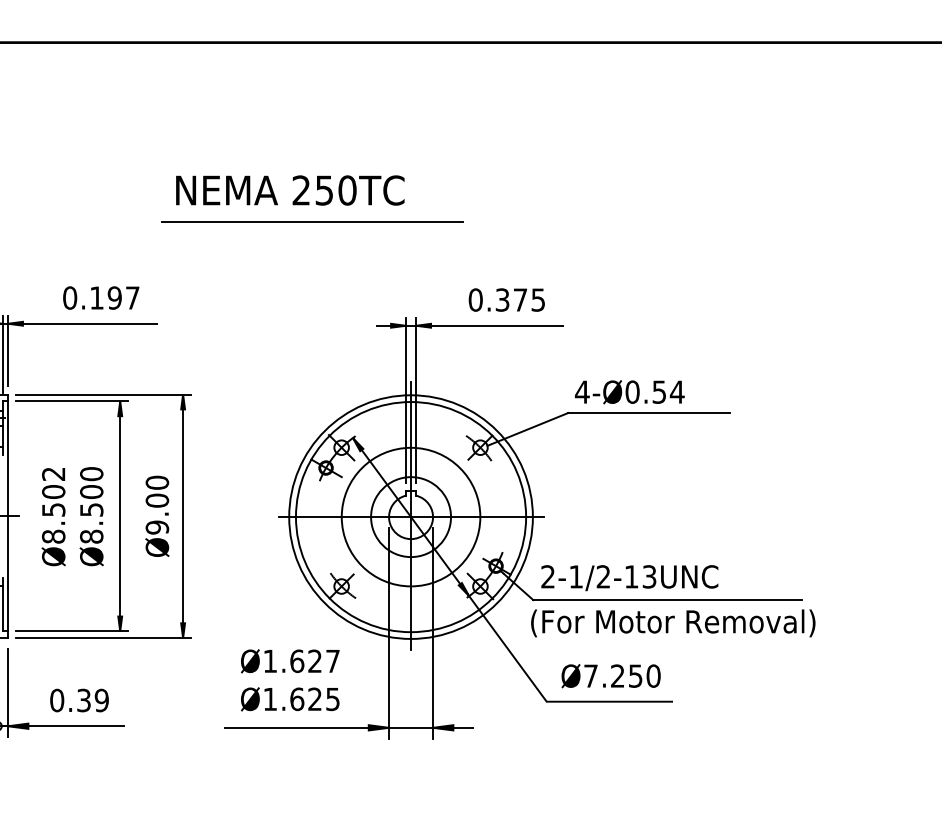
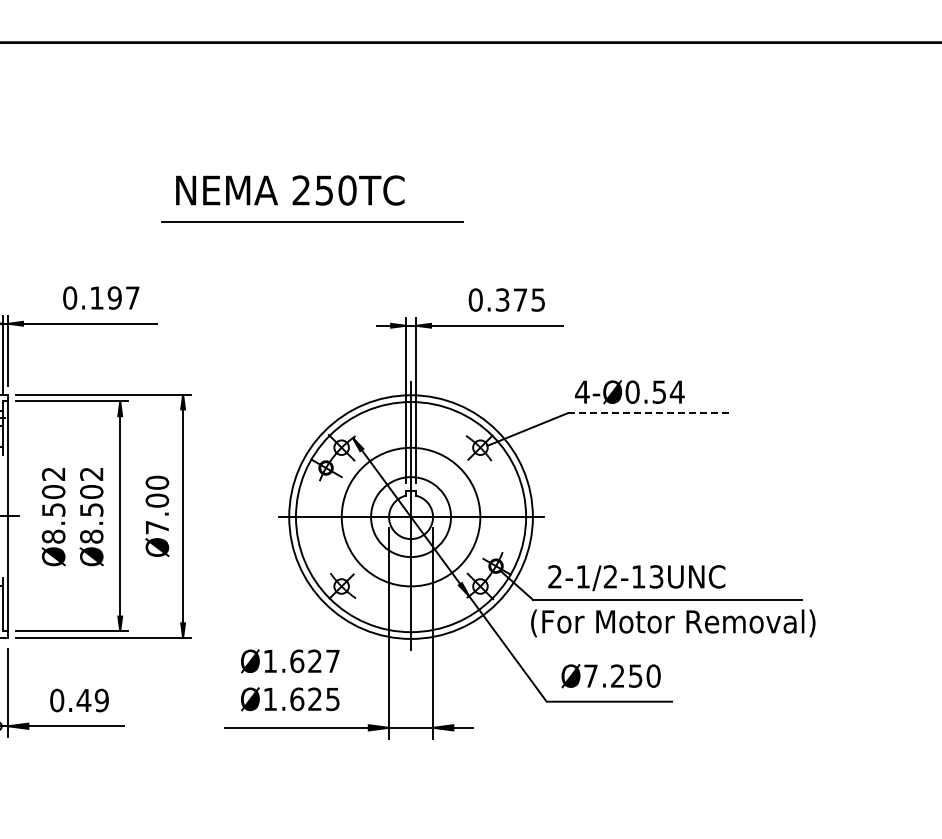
line at (649, 413): solid -> dashed
text at (91, 474): Ø8.500 -> Ø8.502
text at (157, 527): Ø9.00 -> Ø7.00
text at (629, 578) position: (629, 578) -> (636, 578)
text at (83, 700): 0.39 -> 0.49
